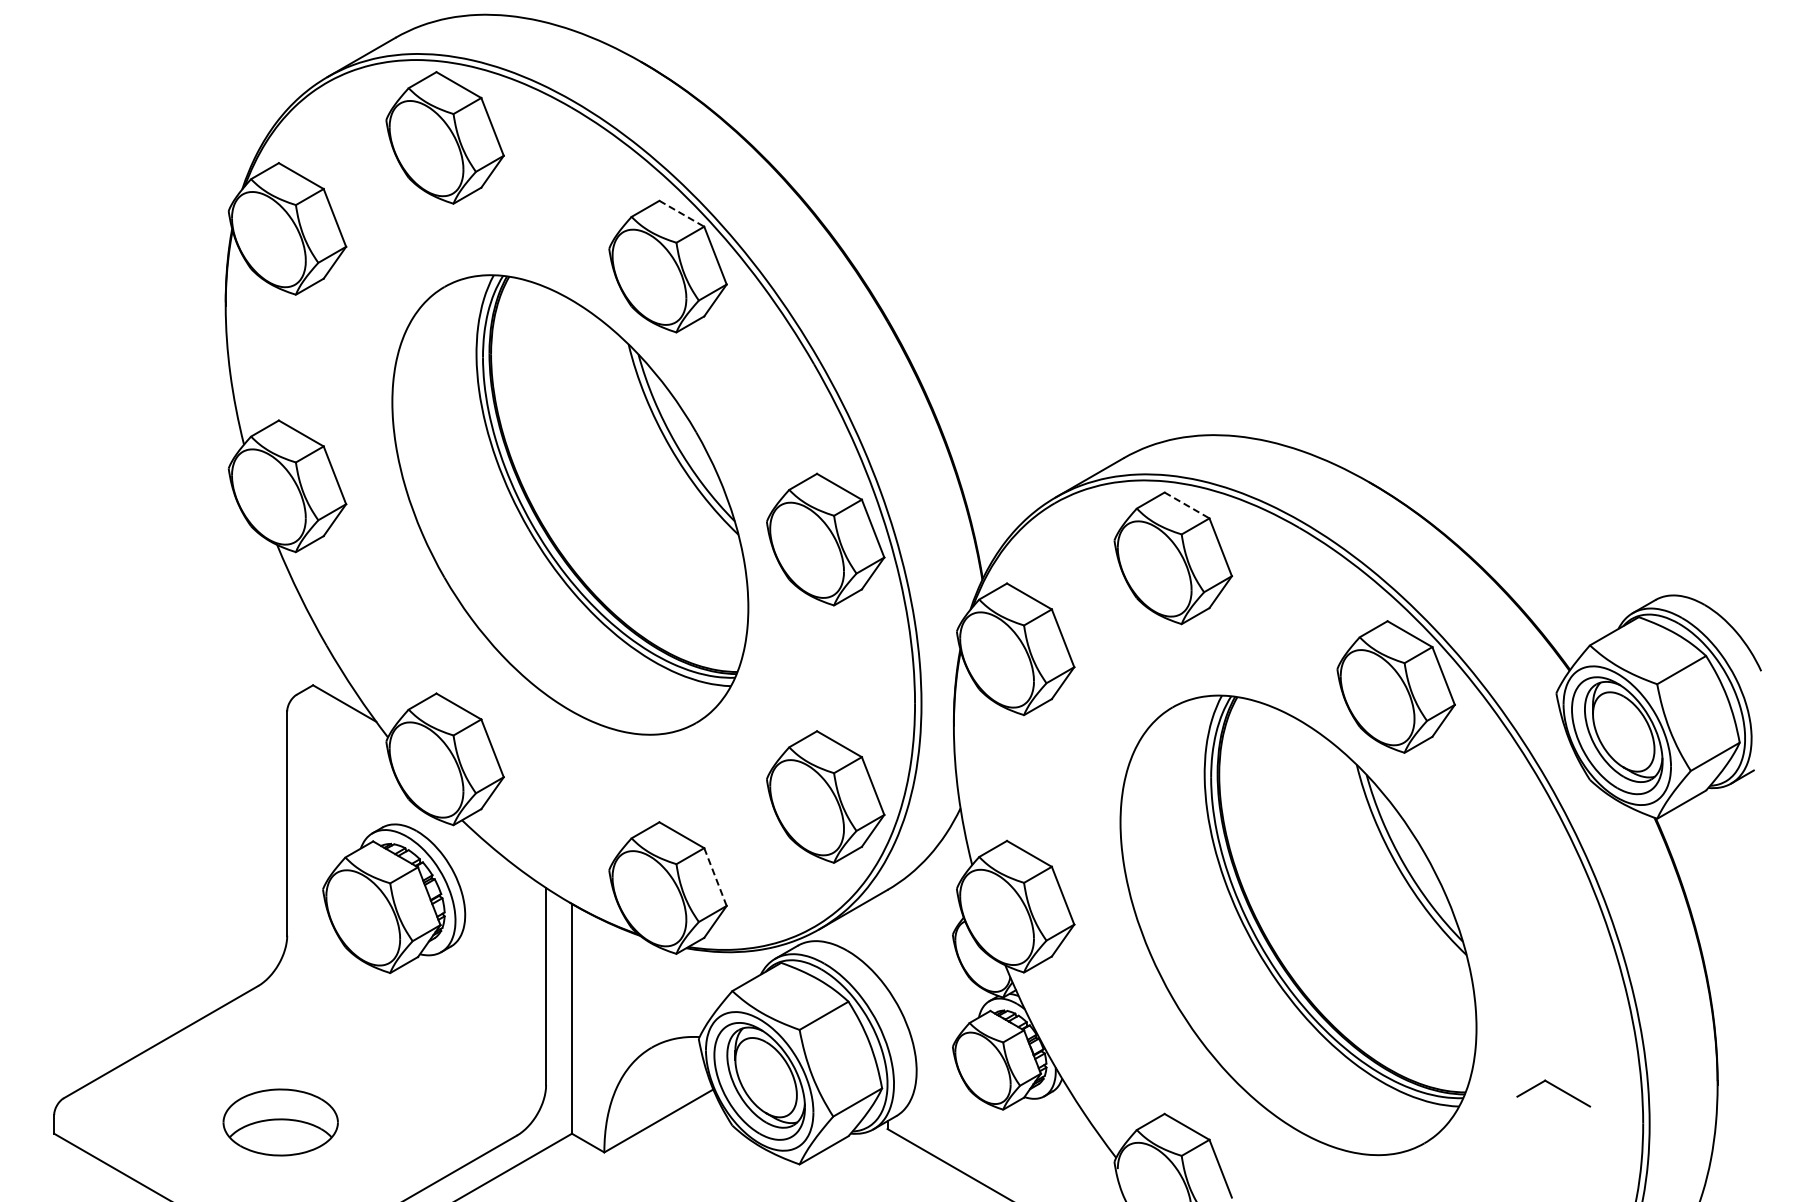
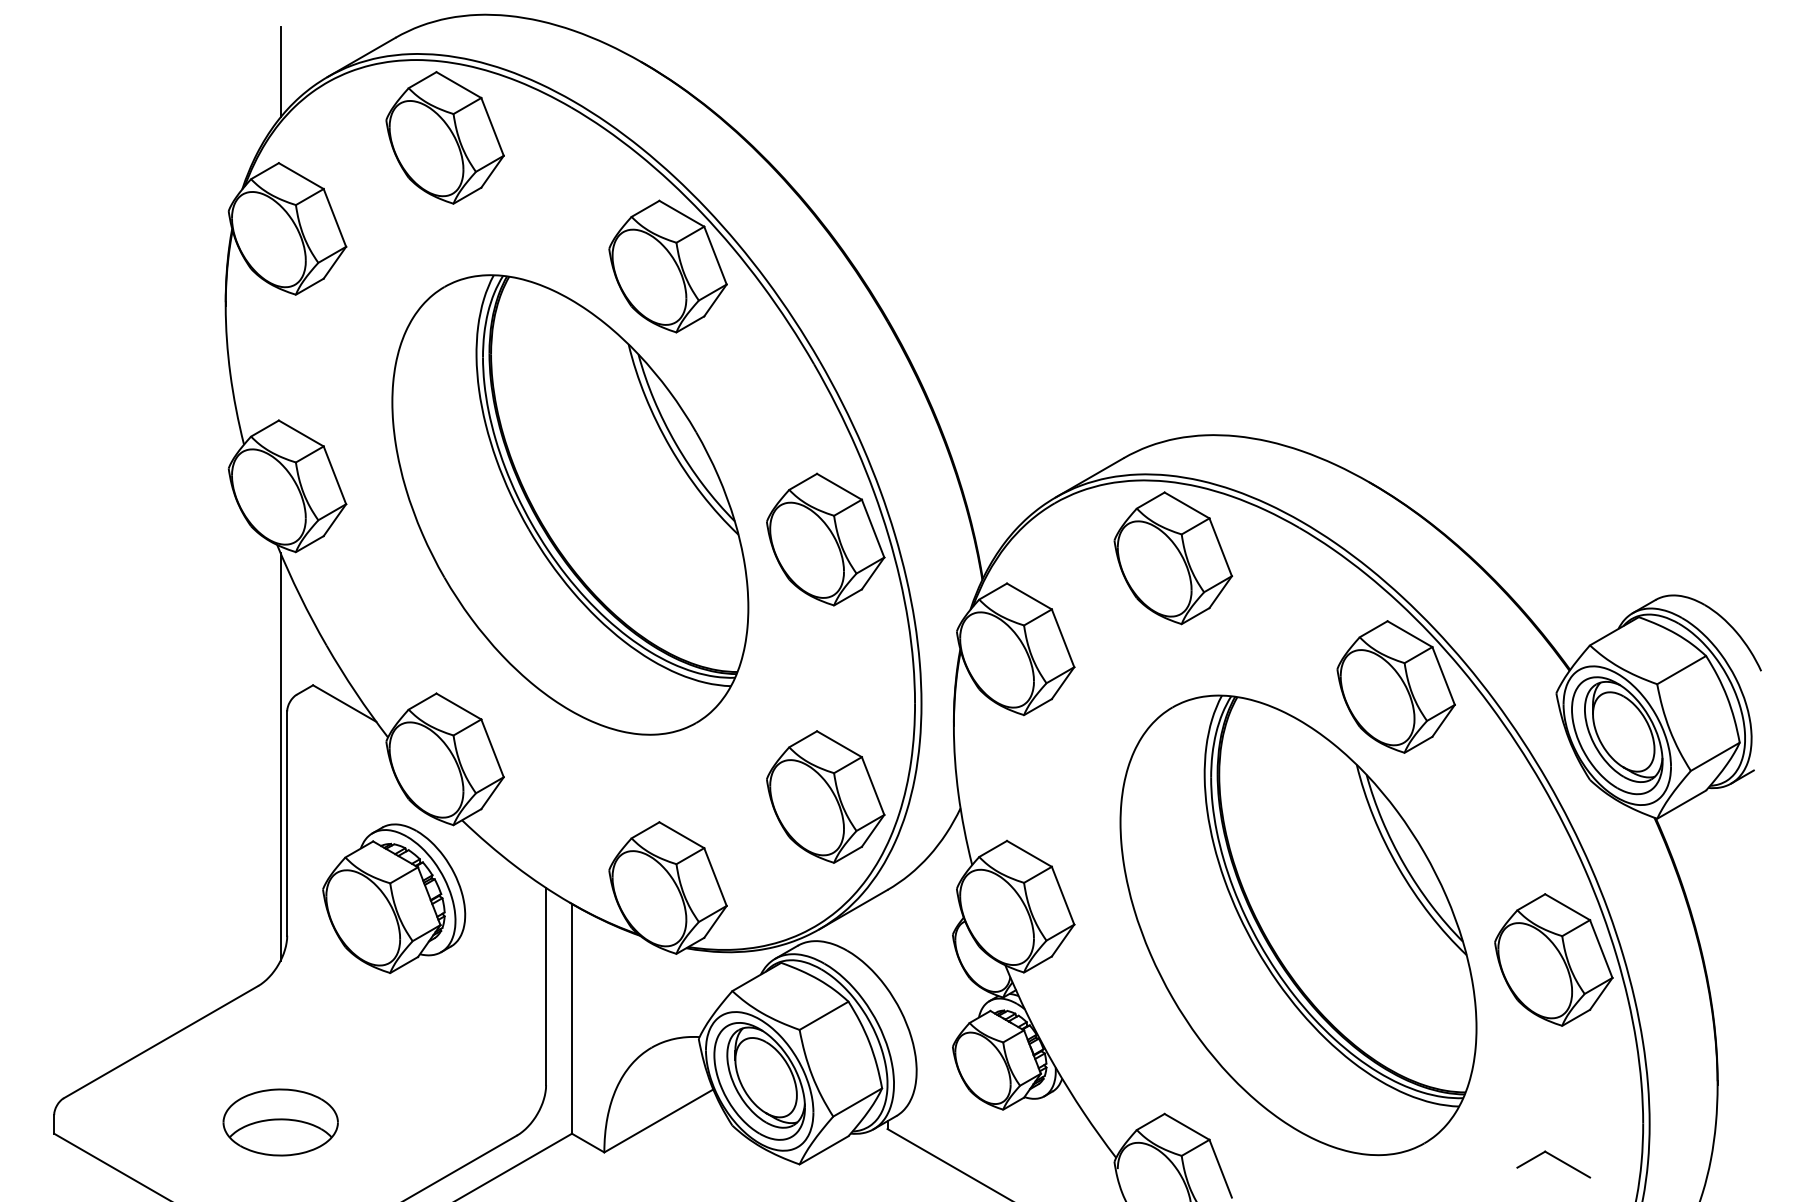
line at (280, 72): none -> present
line at (681, 213): dashed -> solid
line at (1187, 505): dashed -> solid
line at (280, 756): none -> present
line at (715, 877): dashed -> solid
part at (1553, 959): none -> present
part at (1553, 1093) position: (1553, 1093) -> (1553, 1164)
